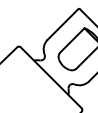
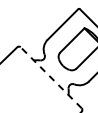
line at (50, 77): solid -> dashed
